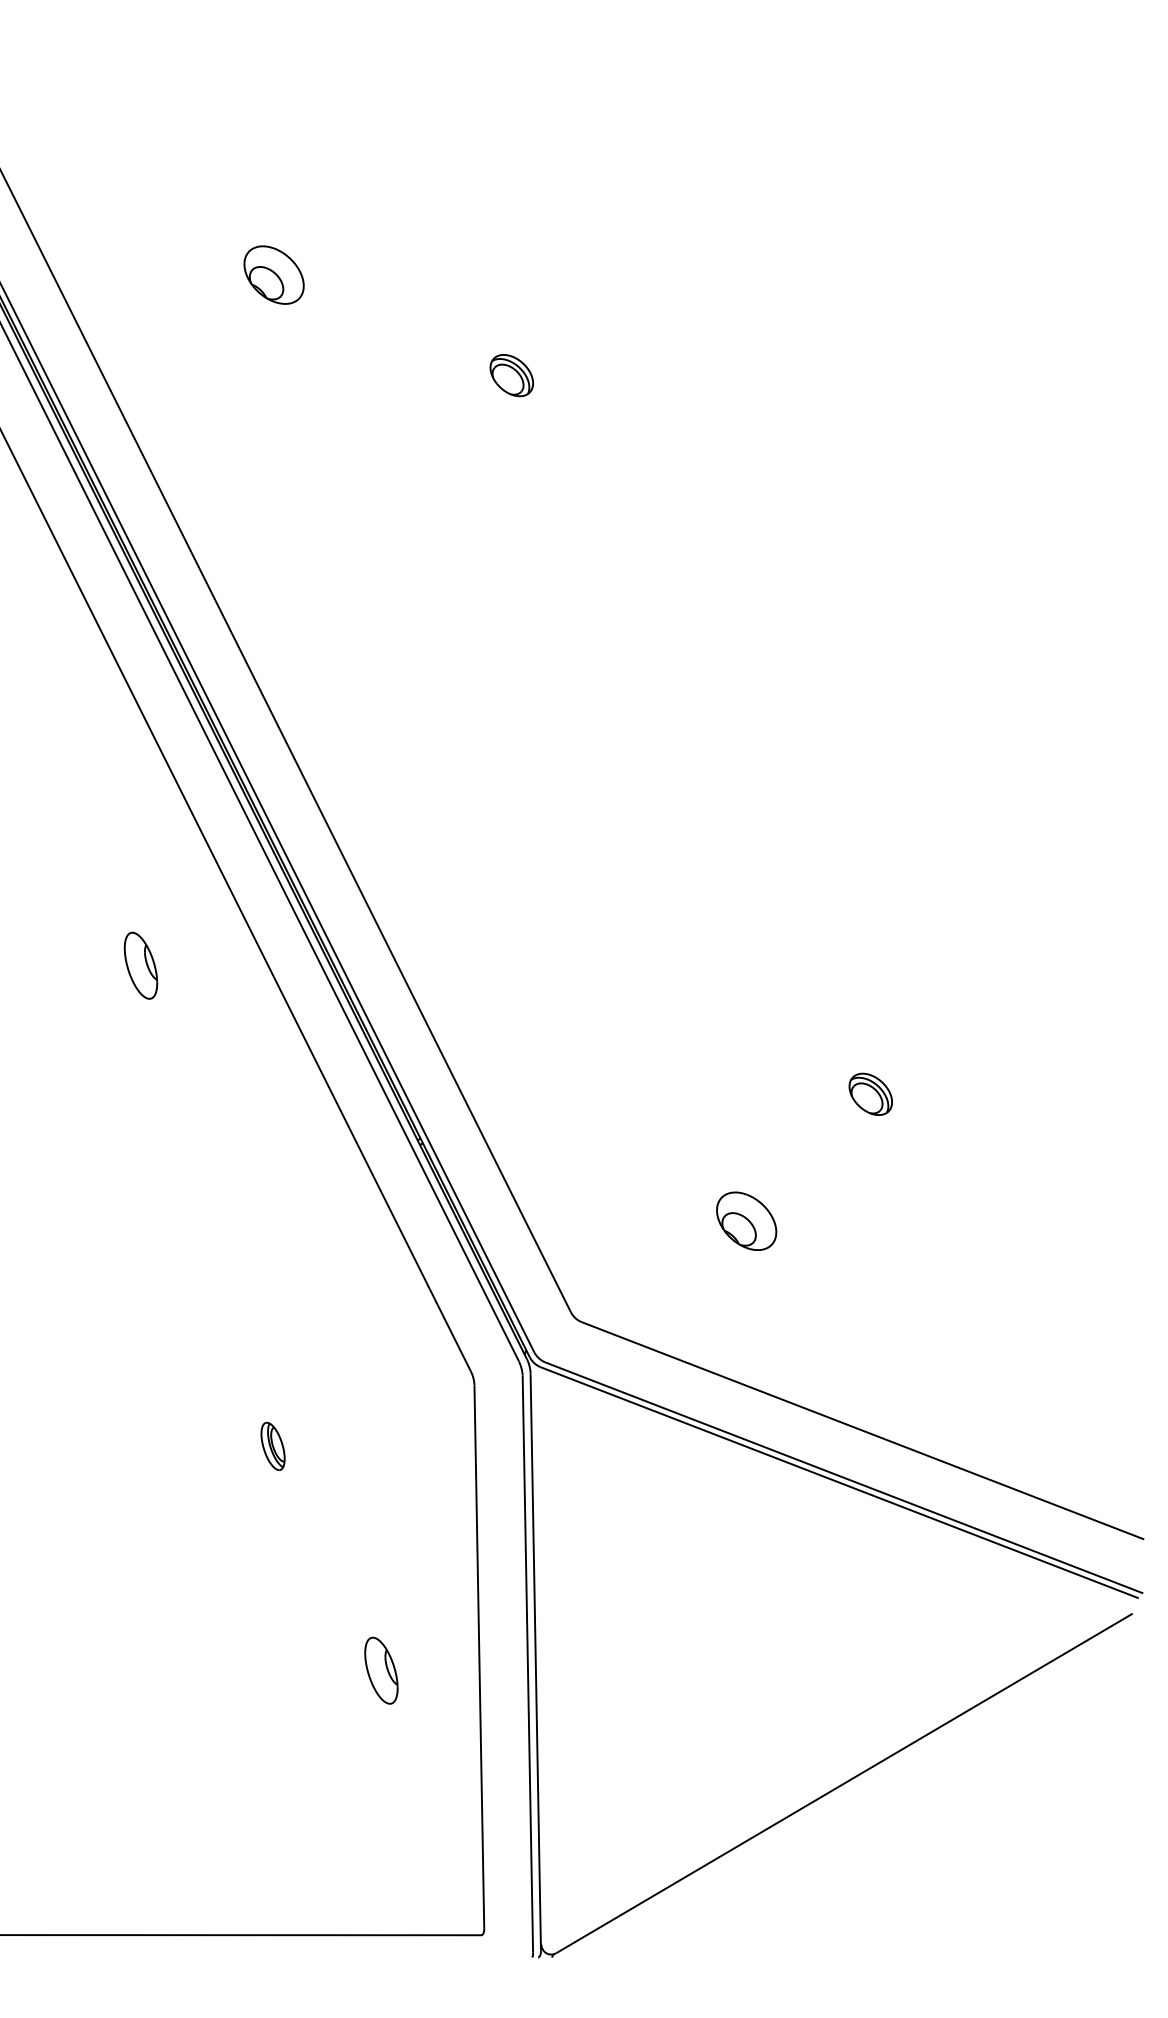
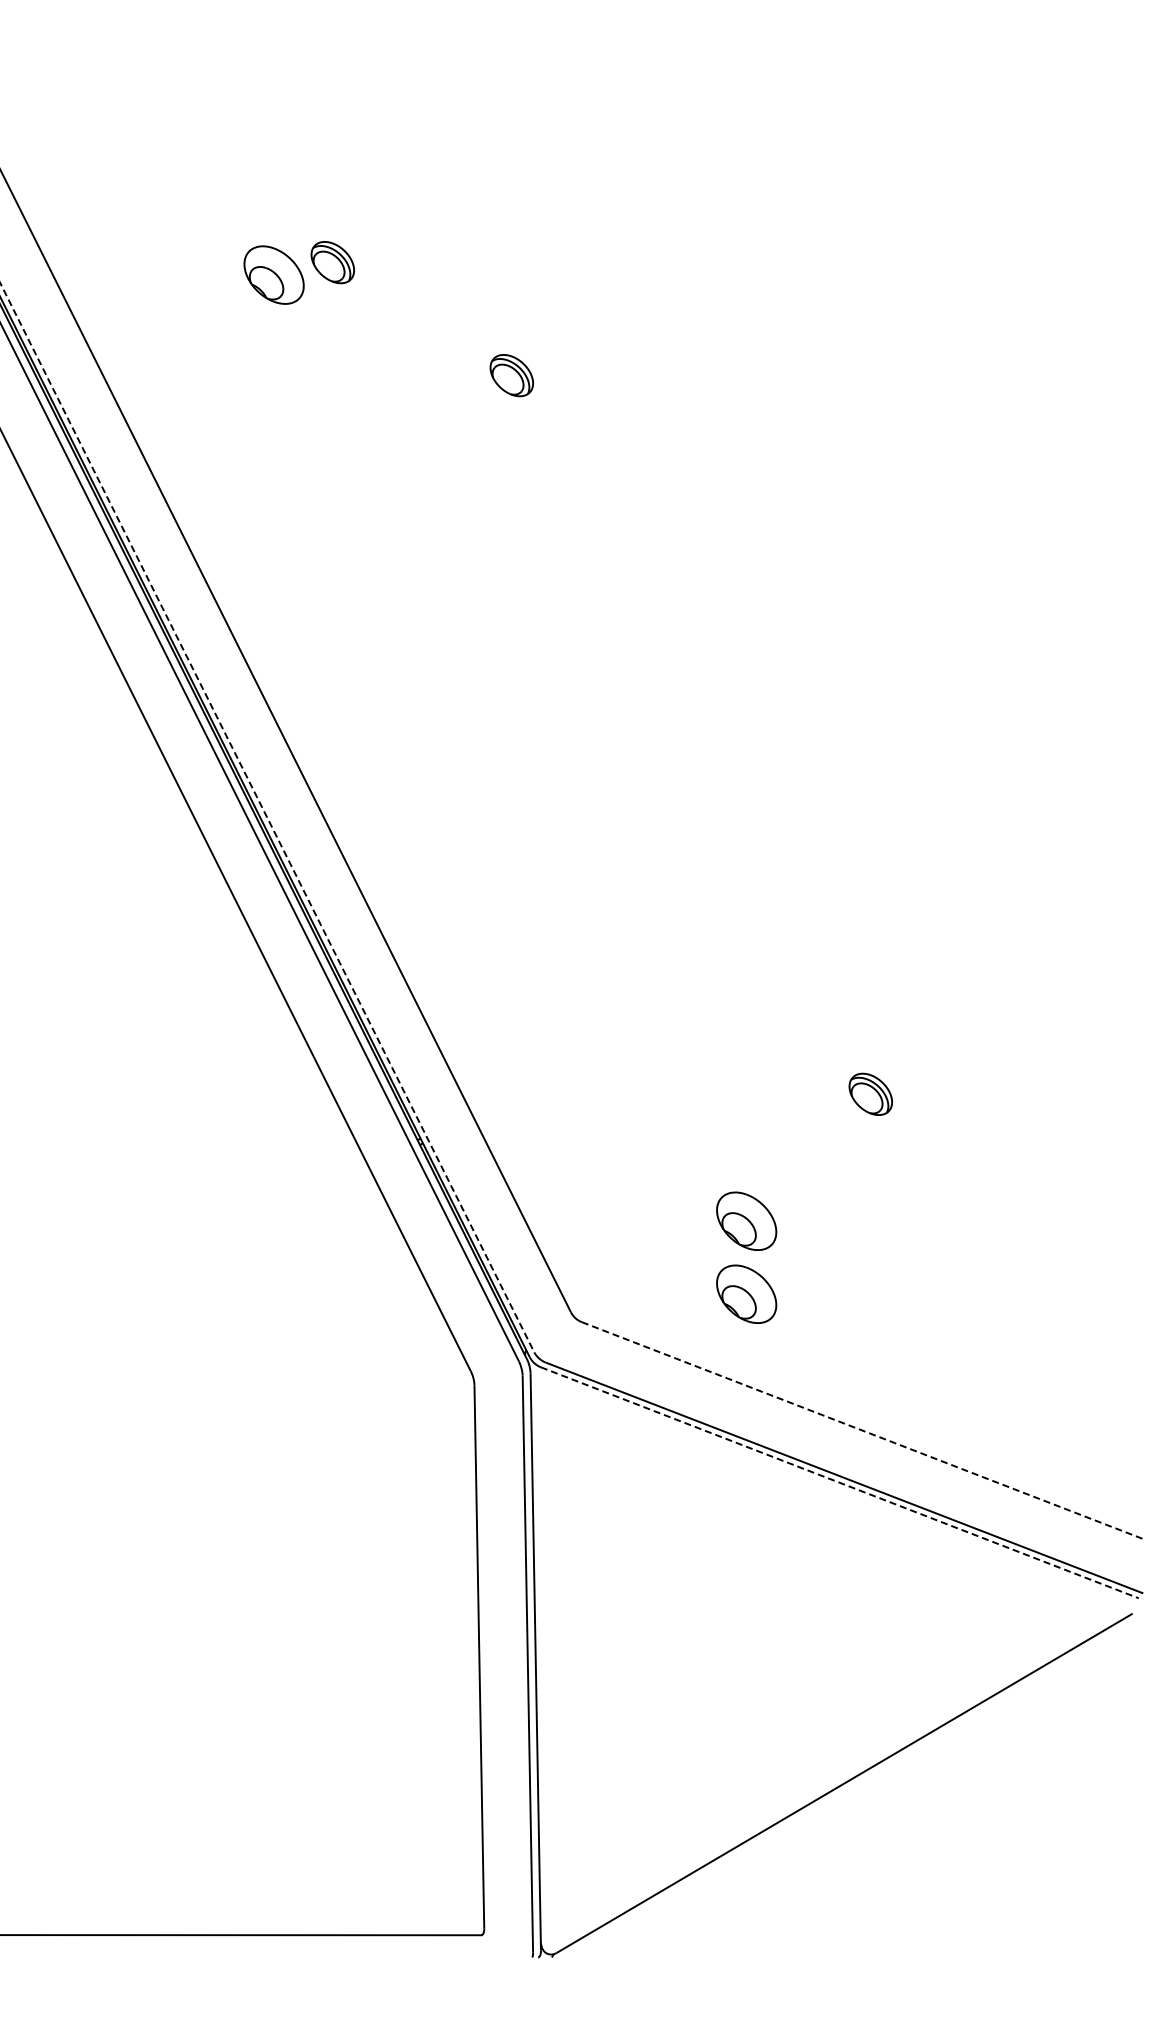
part at (332, 262): none -> present
line at (267, 818): solid -> dashed
part at (140, 965): present -> none
part at (746, 1293): none -> present
line at (863, 1430): solid -> dashed
part at (272, 1445): present -> none
line at (839, 1482): solid -> dashed
part at (381, 1670): present -> none
